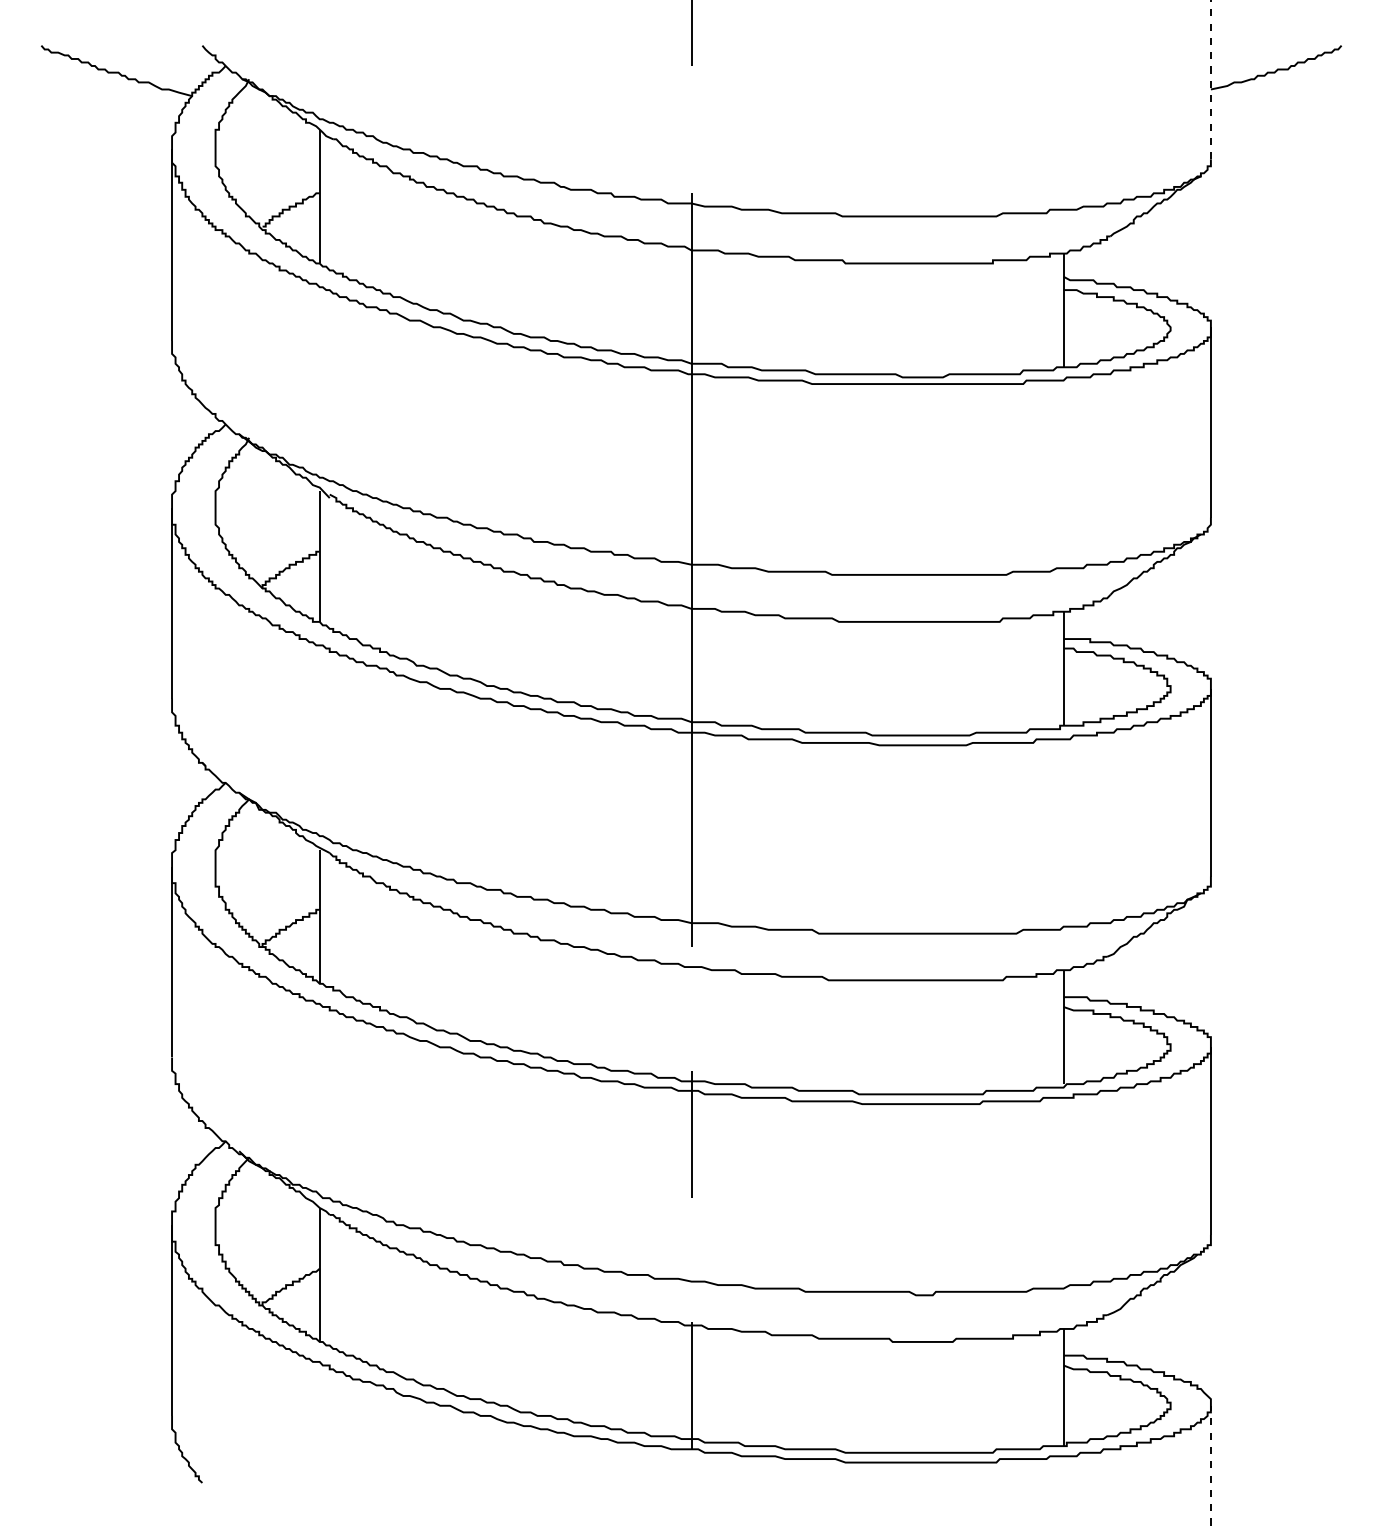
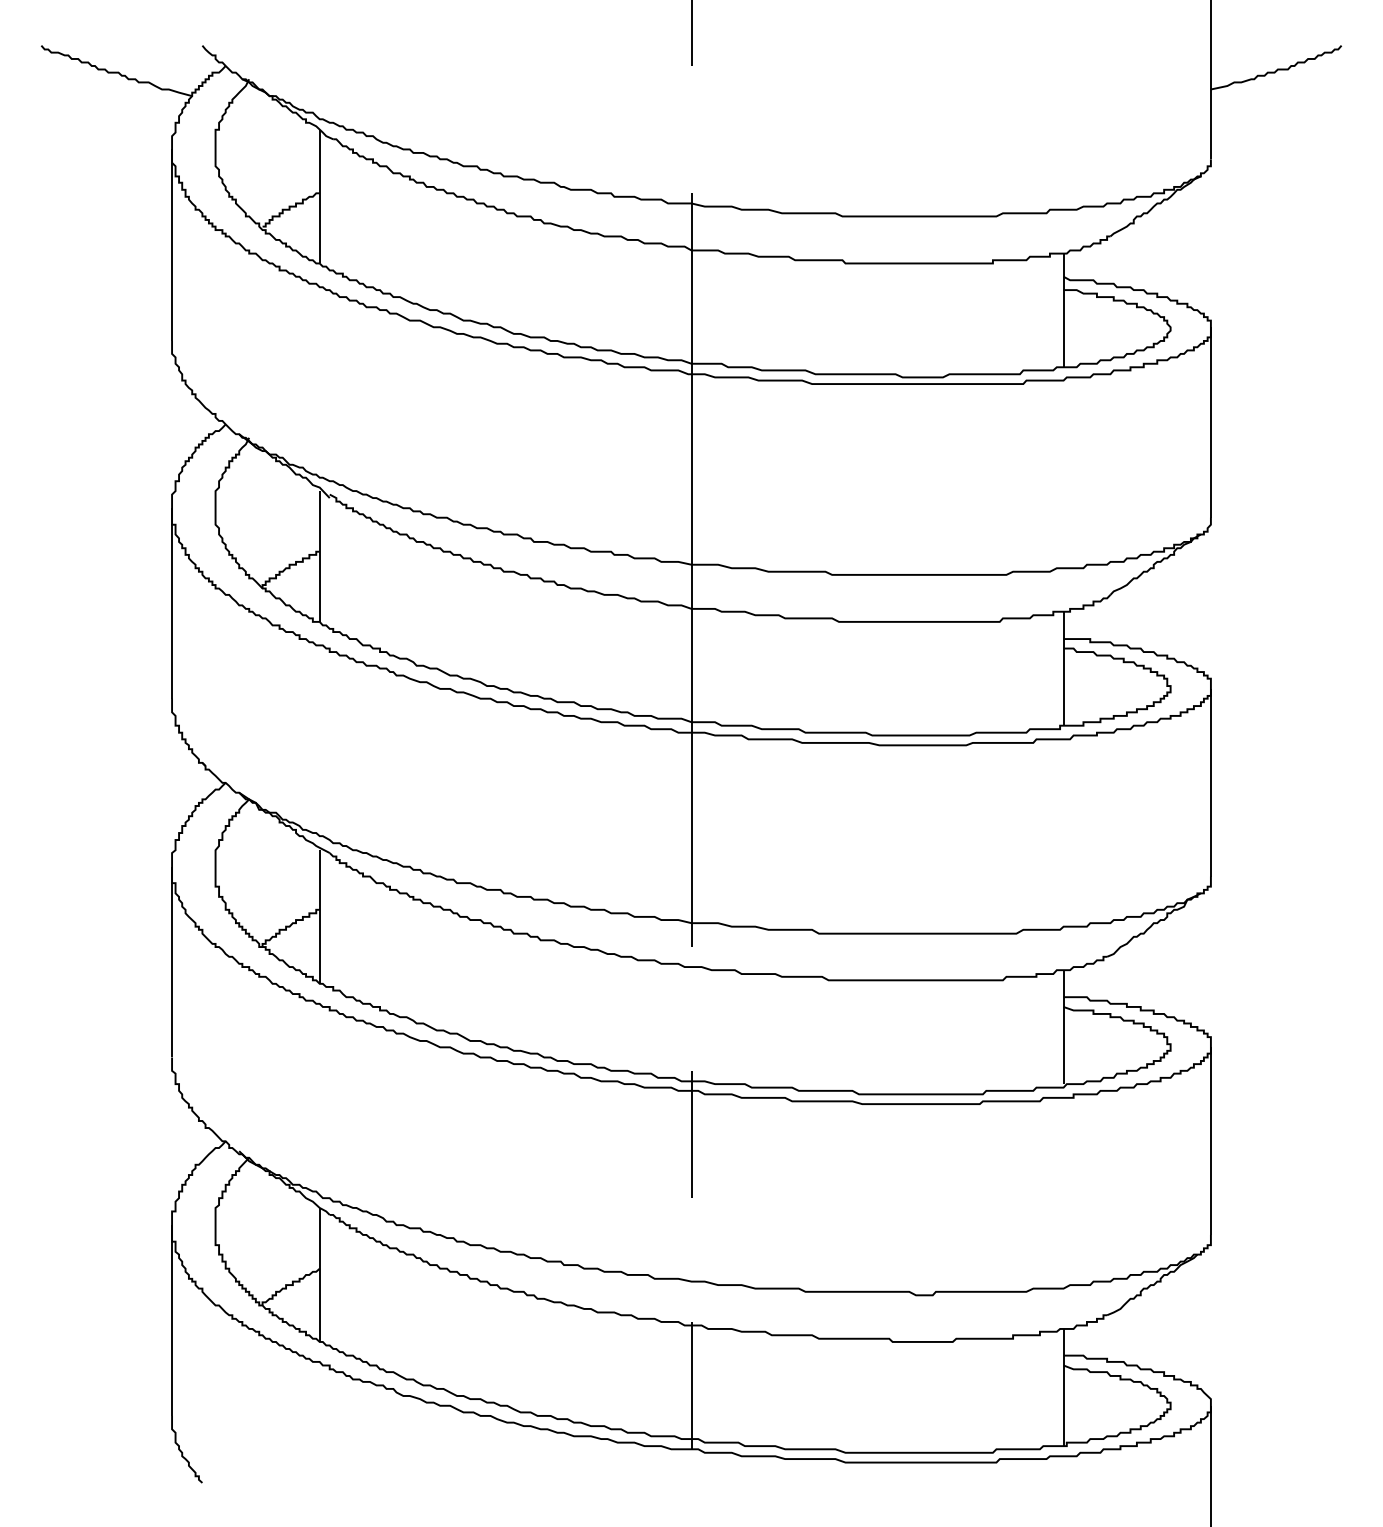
line at (1210, 79): dashed -> solid
line at (1210, 1465): dashed -> solid
